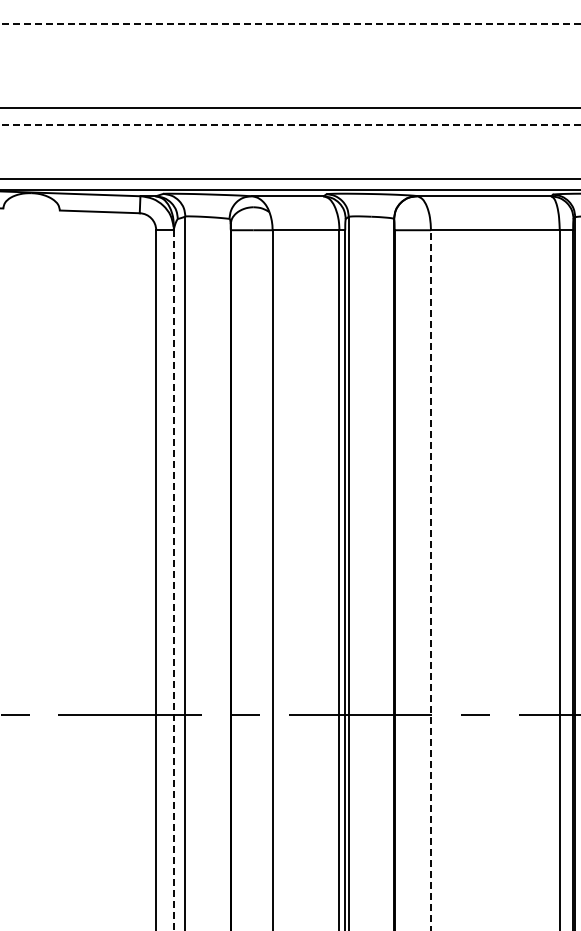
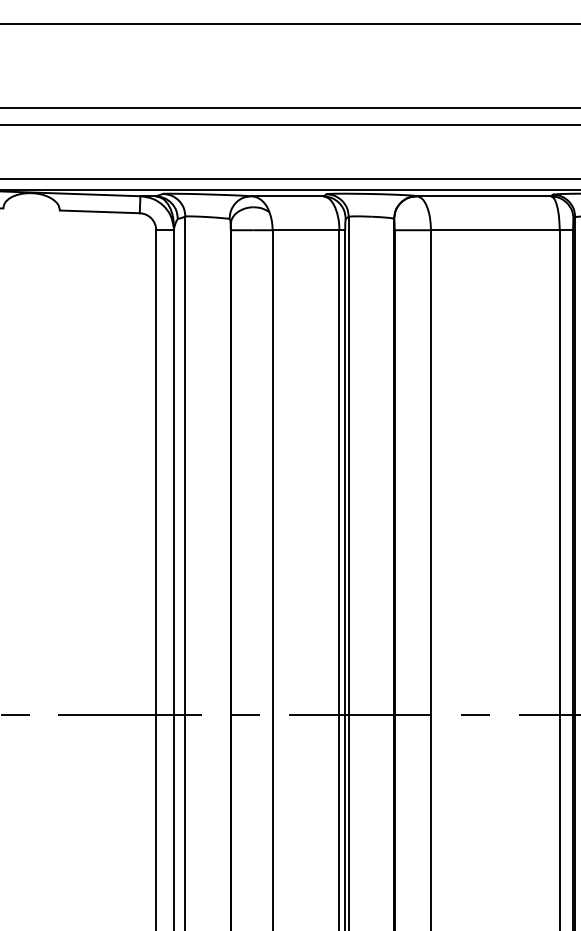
line at (290, 24): dashed -> solid
line at (290, 125): dashed -> solid
line at (430, 580): dashed -> solid
line at (173, 581): dashed -> solid
